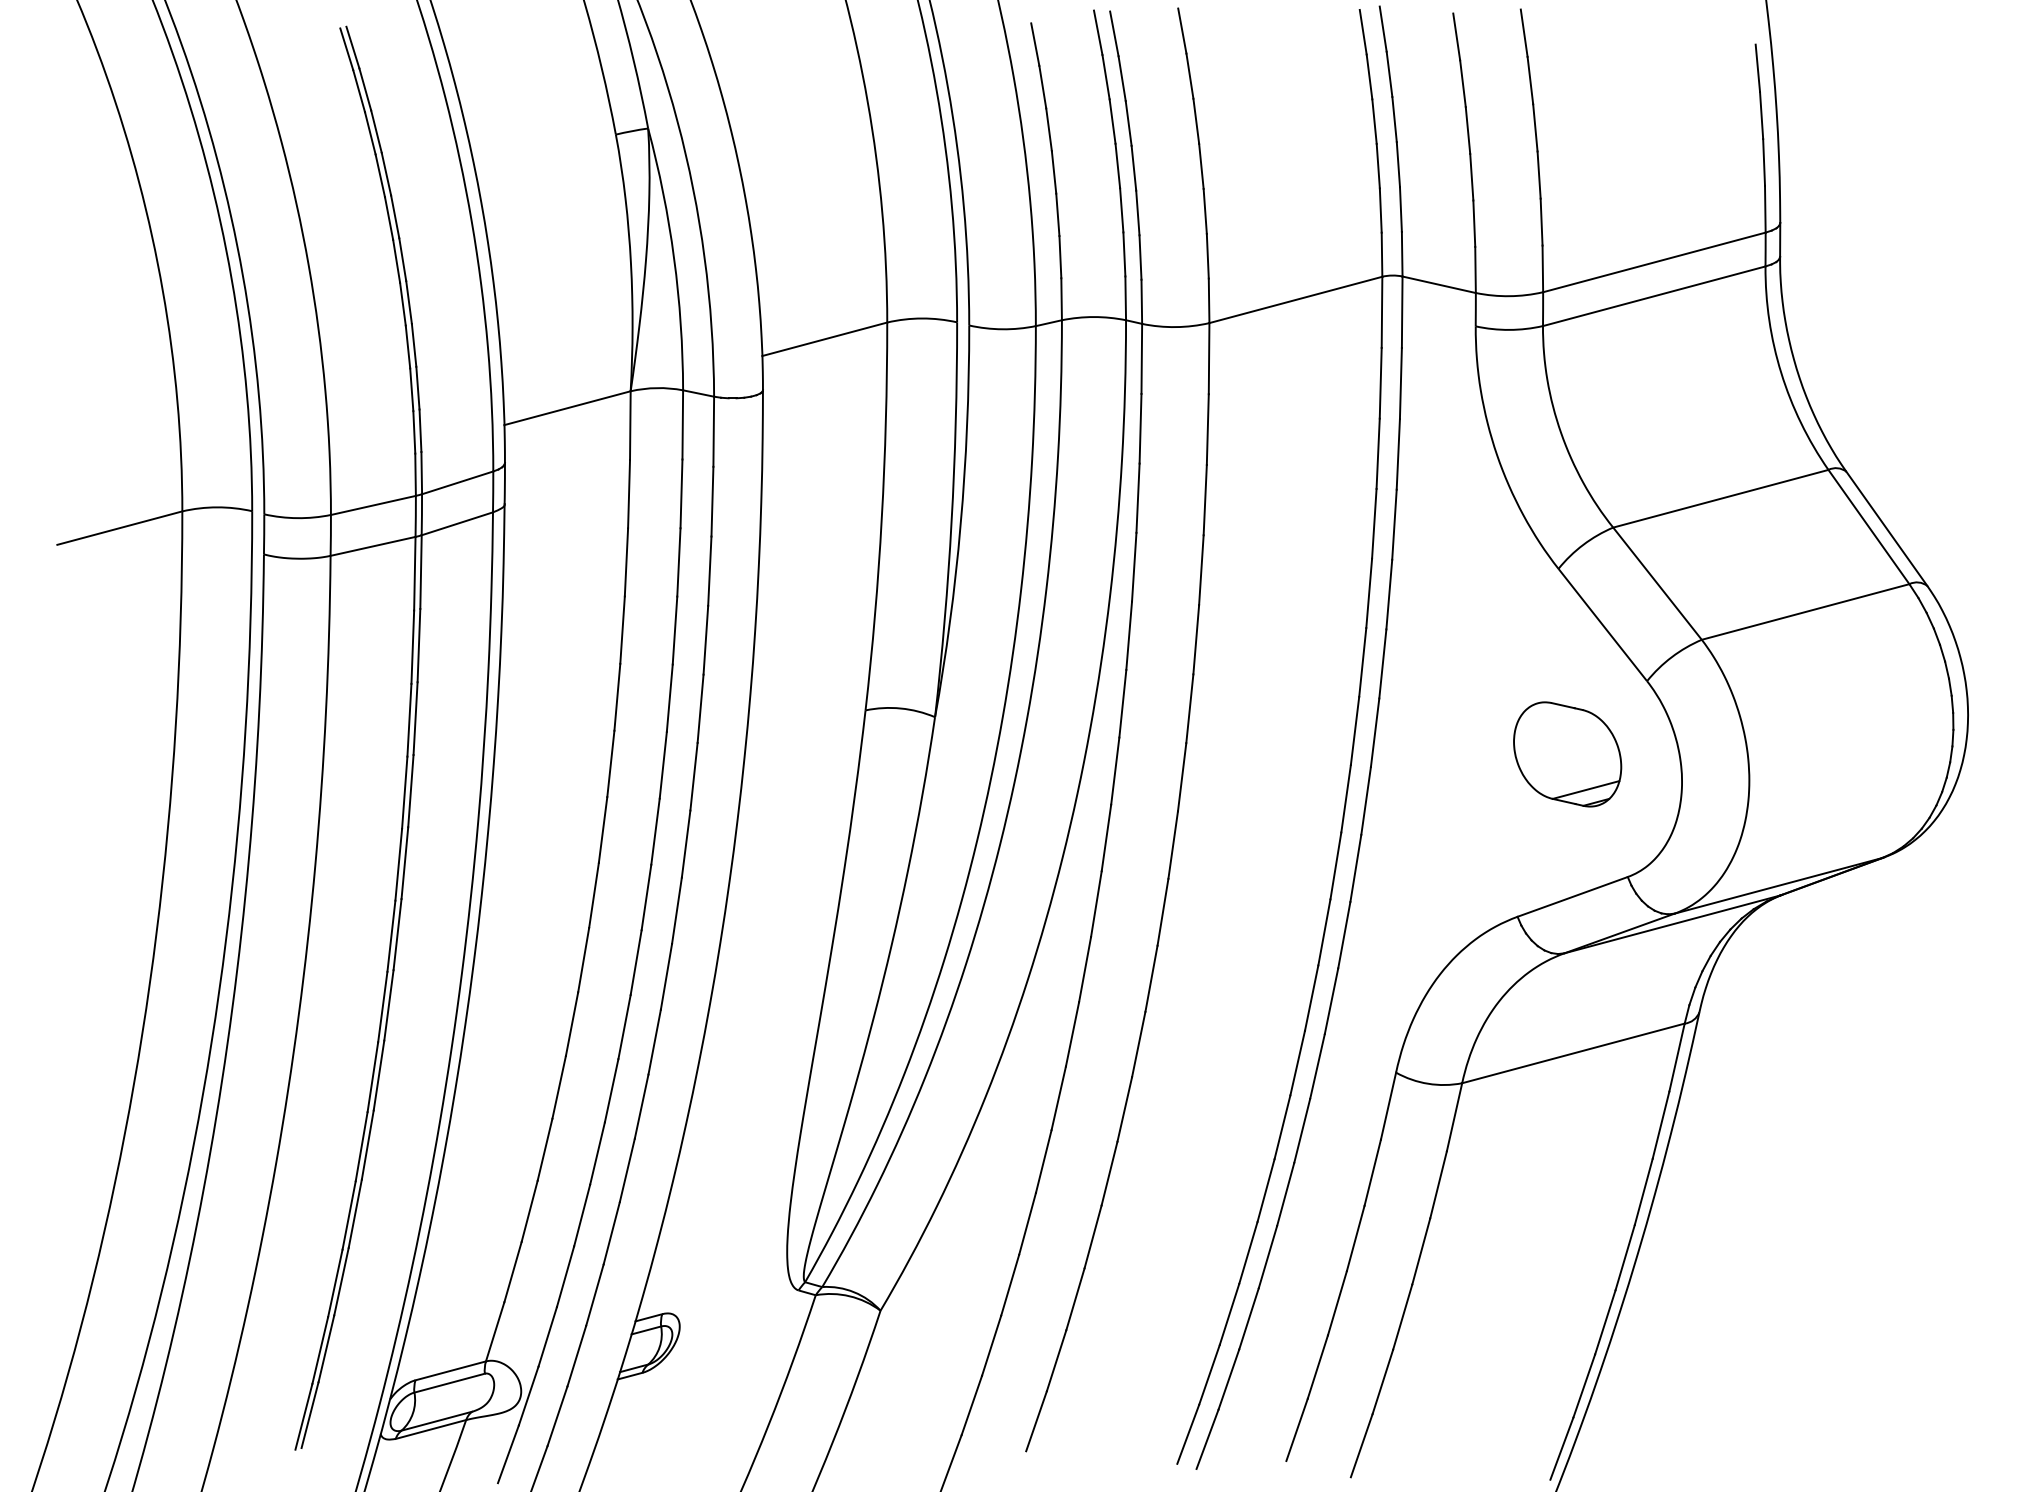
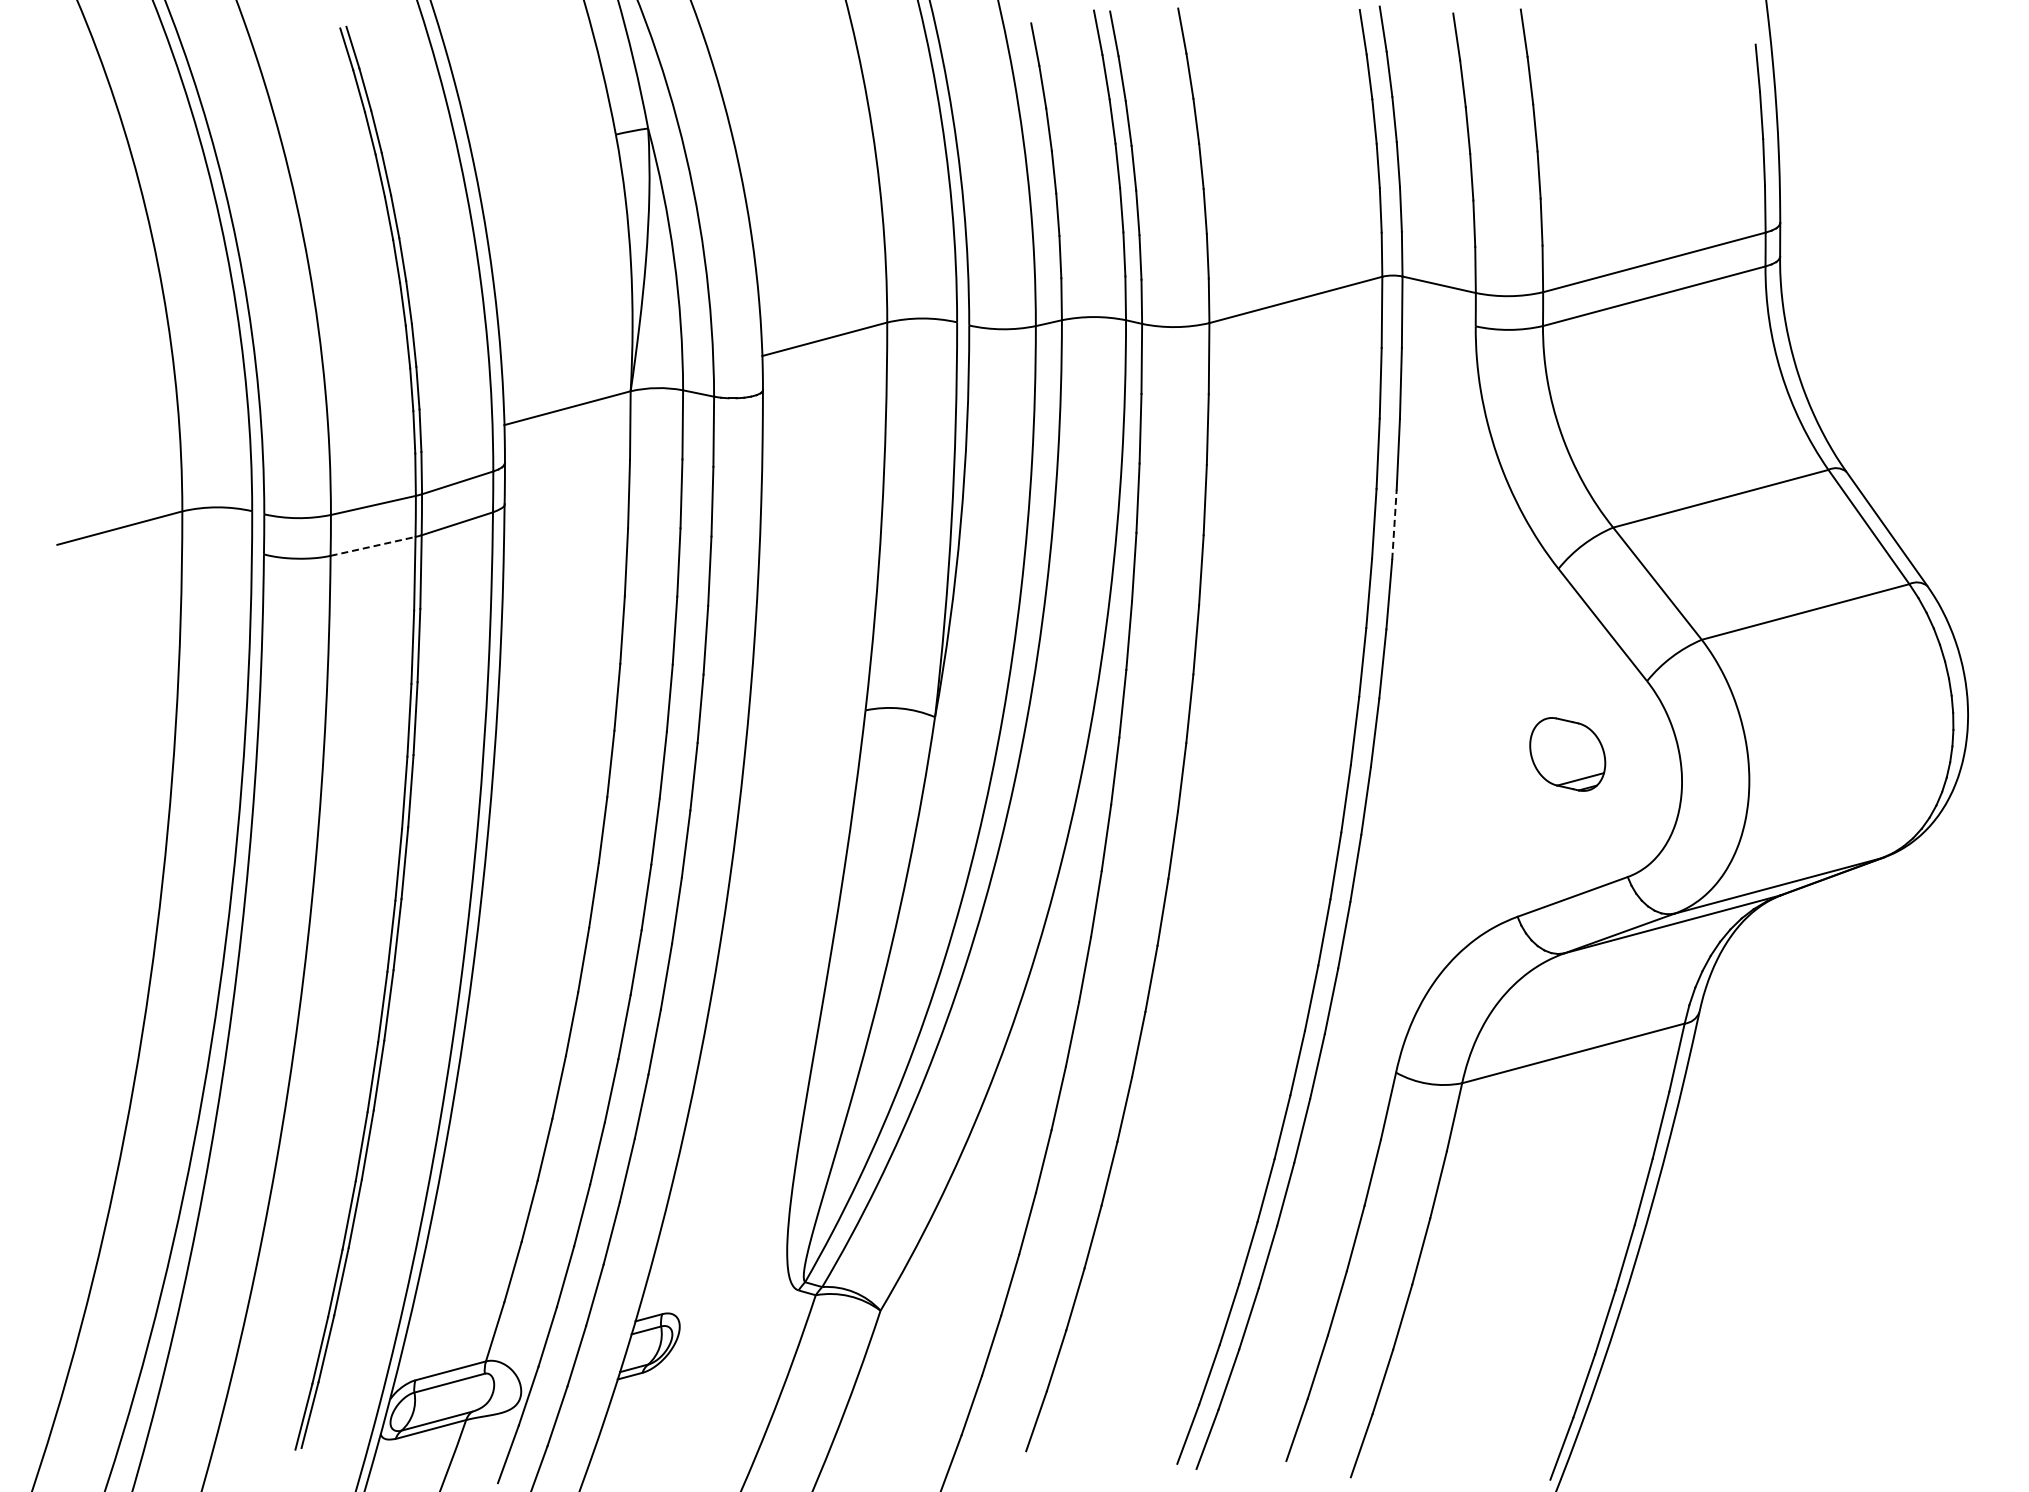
line at (1394, 524): solid -> dashed
line at (373, 546): solid -> dashed
part at (1567, 754) size: 110x107 px -> 78x75 px
